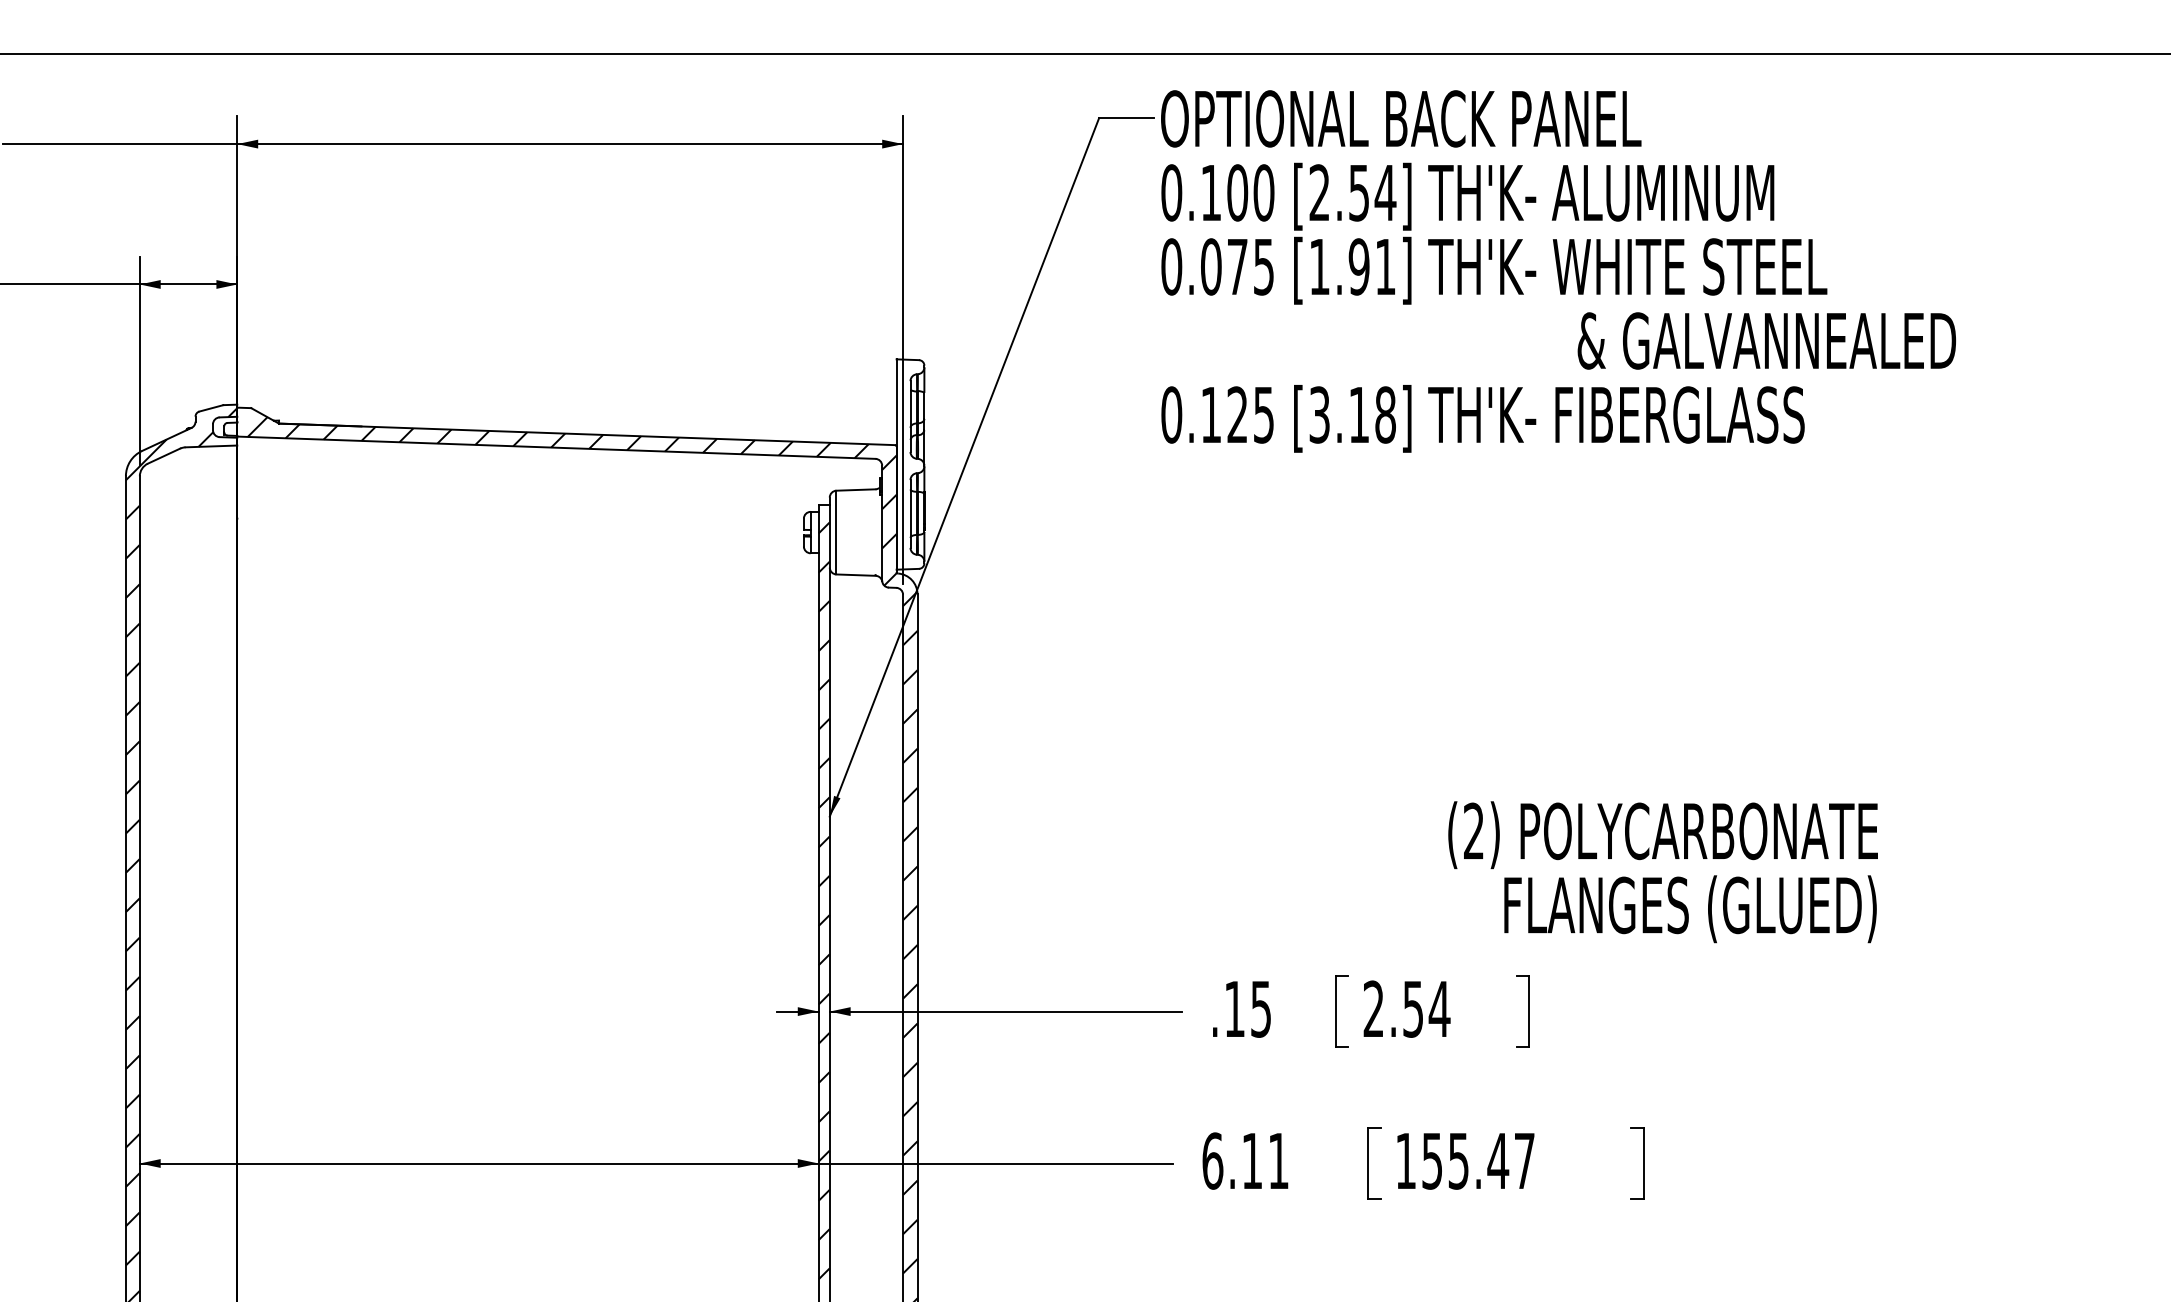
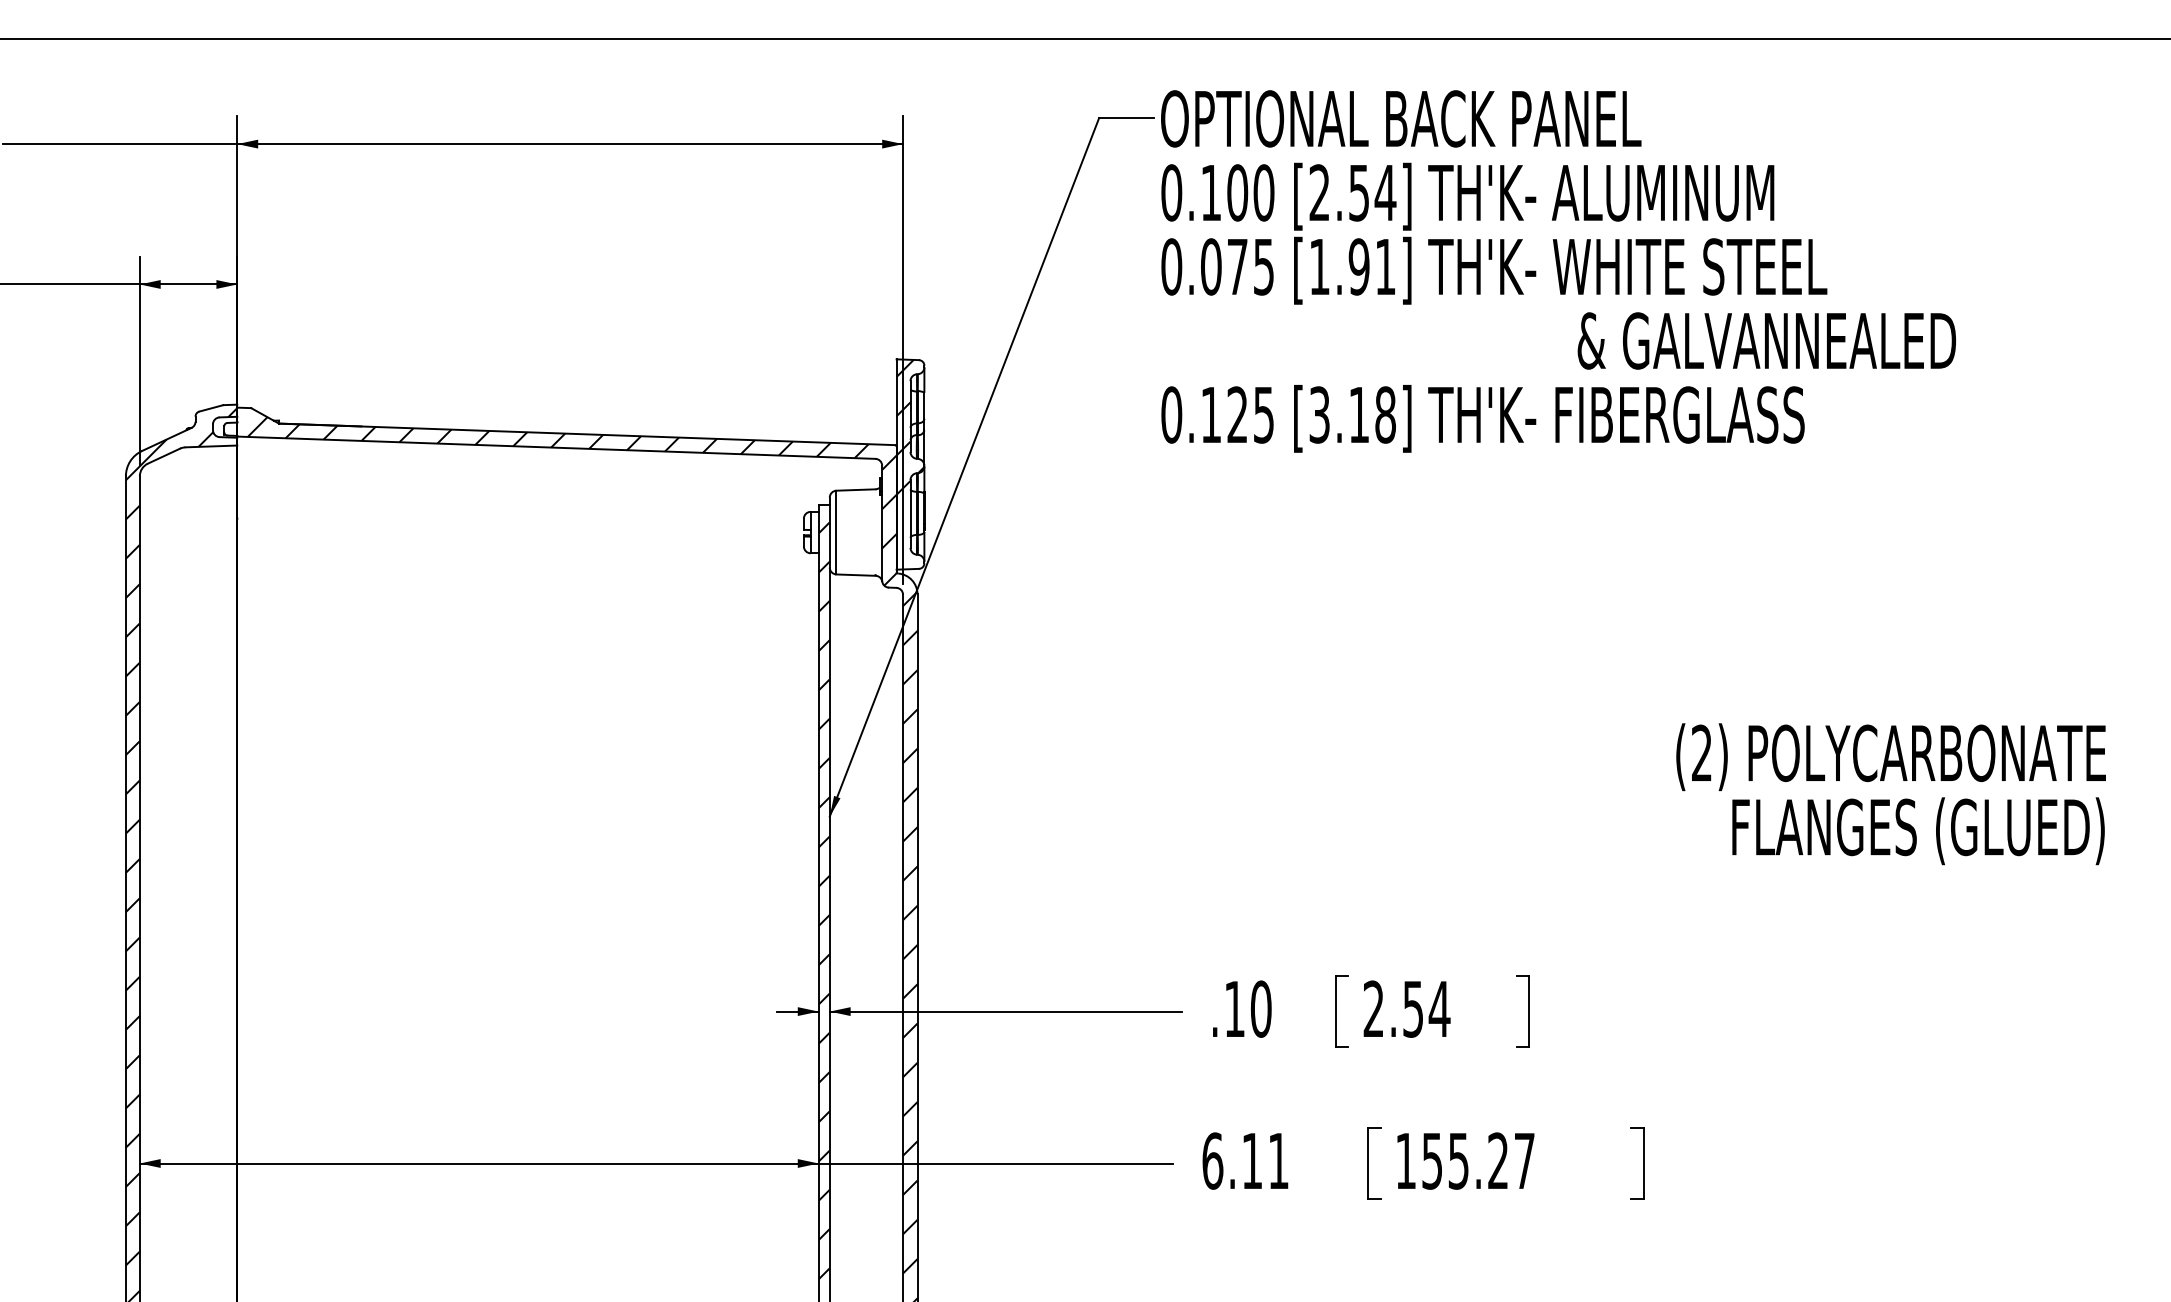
line at (1084, 54) position: (1084, 54) -> (1084, 39)
hatch at (910, 426): none -> present
text at (1662, 872) position: (1662, 872) -> (1890, 794)
text at (1260, 1008): .15 -> .10
text at (1498, 1160): 155.47 -> 155.27
